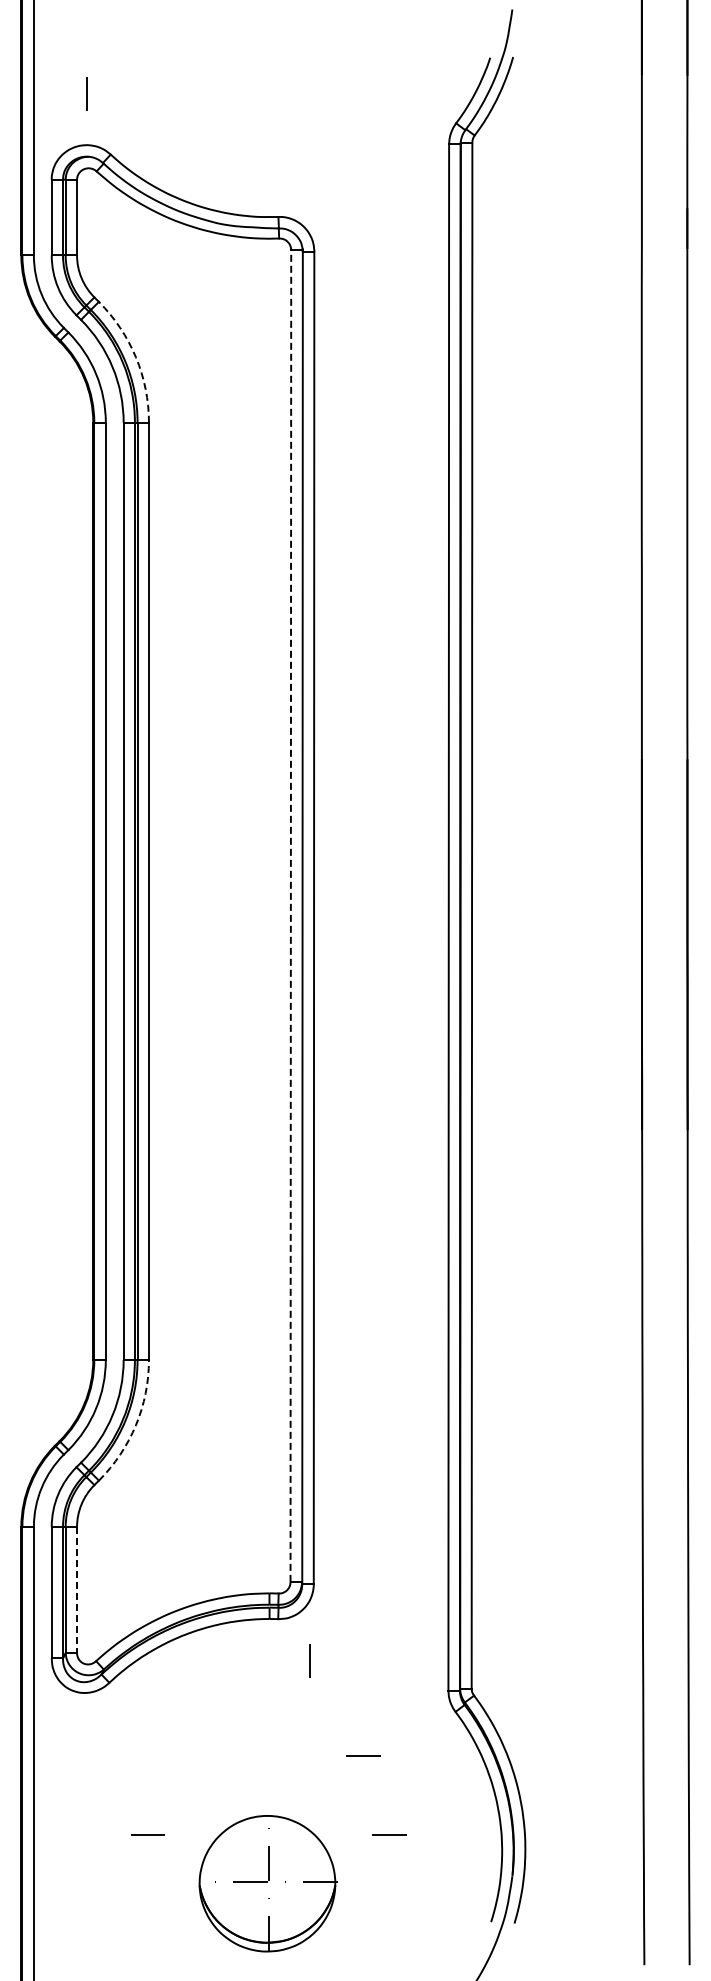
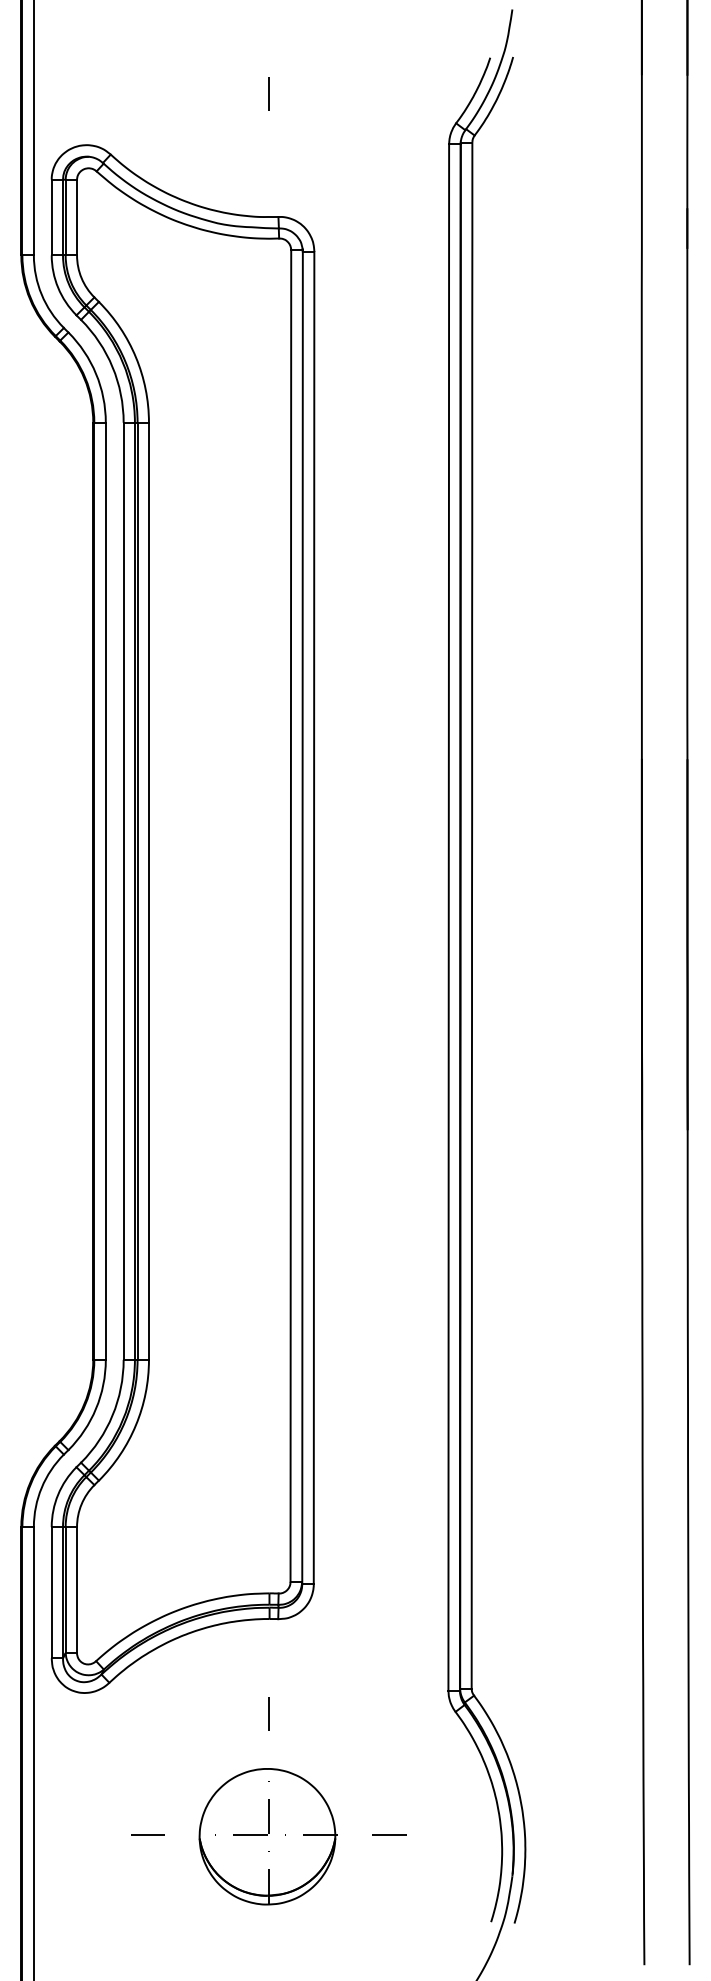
line at (86, 93) position: (86, 93) -> (268, 93)
arc at (135, 357): dashed -> solid
line at (290, 916): dashed -> solid
arc at (135, 1425): dashed -> solid
line at (77, 1590): dashed -> solid
line at (309, 1660) position: (309, 1660) -> (268, 1713)
line at (363, 1755): present -> none
part at (267, 1883) position: (267, 1883) -> (267, 1836)
